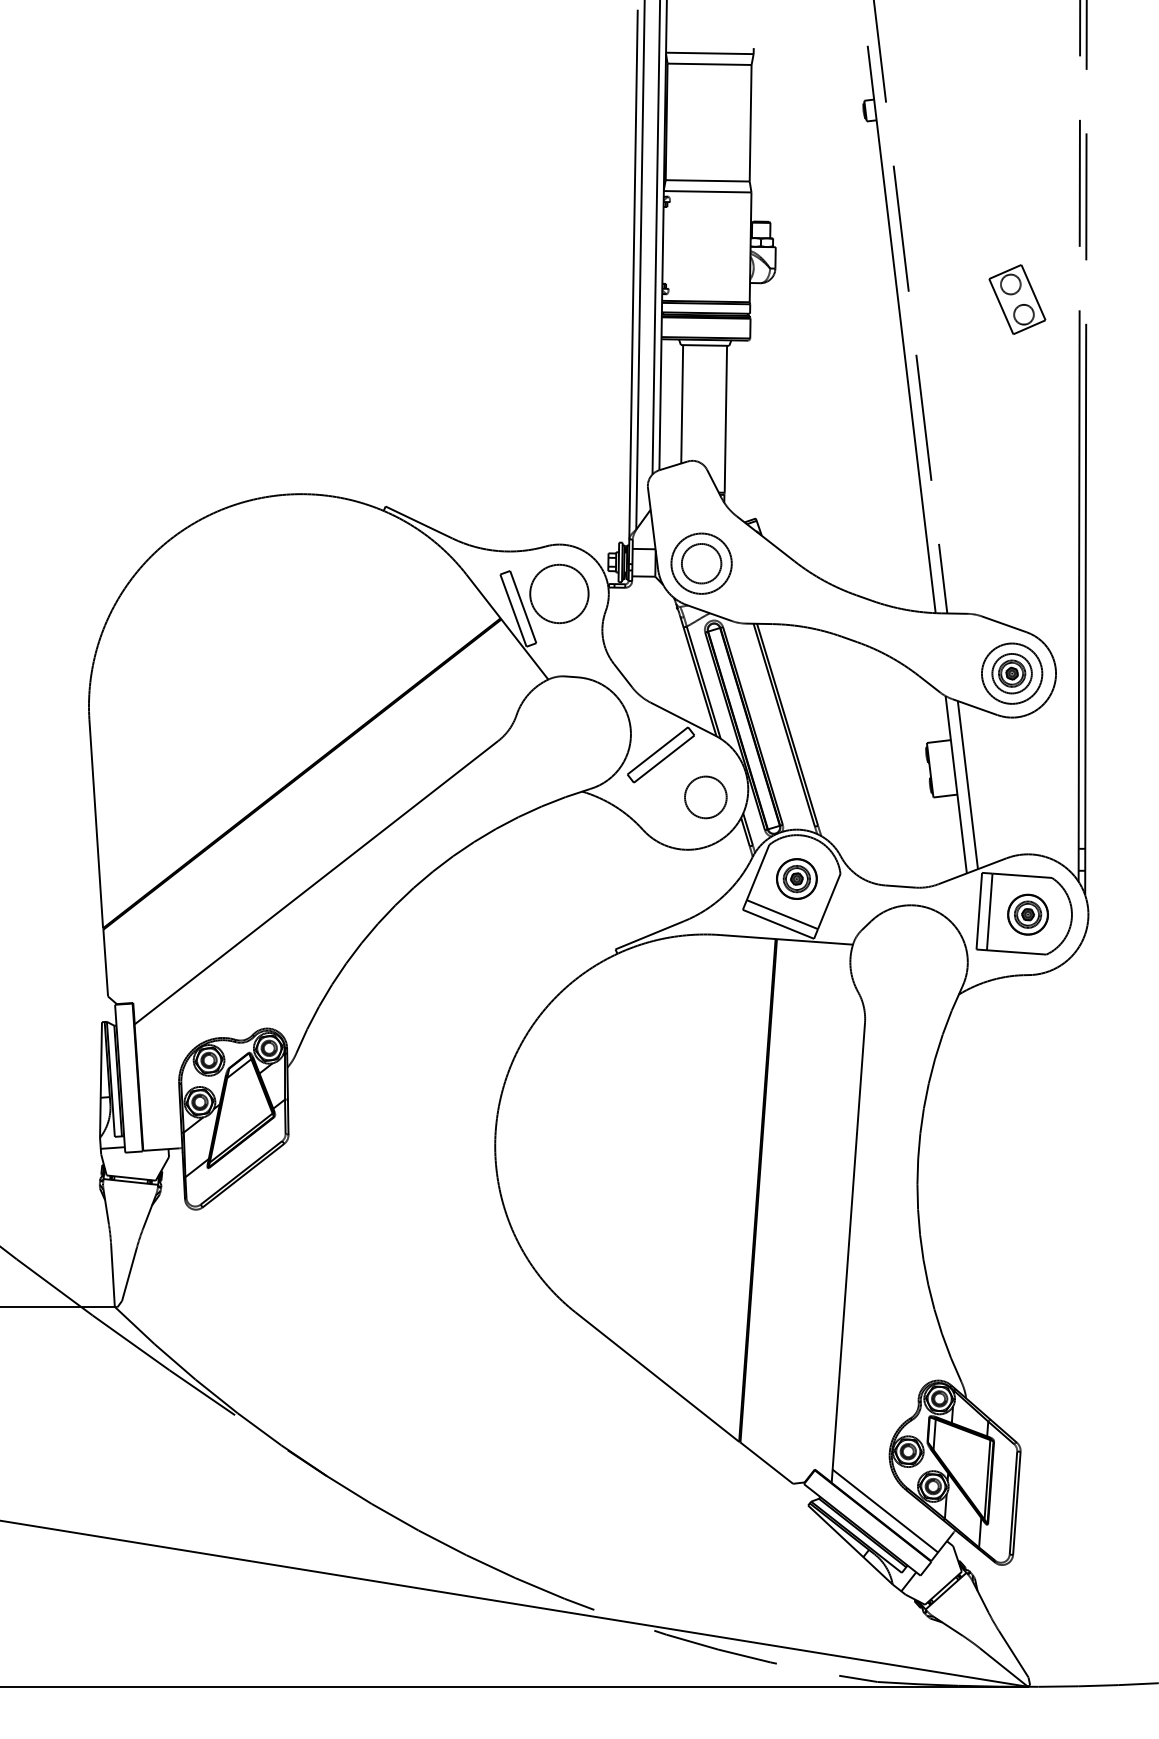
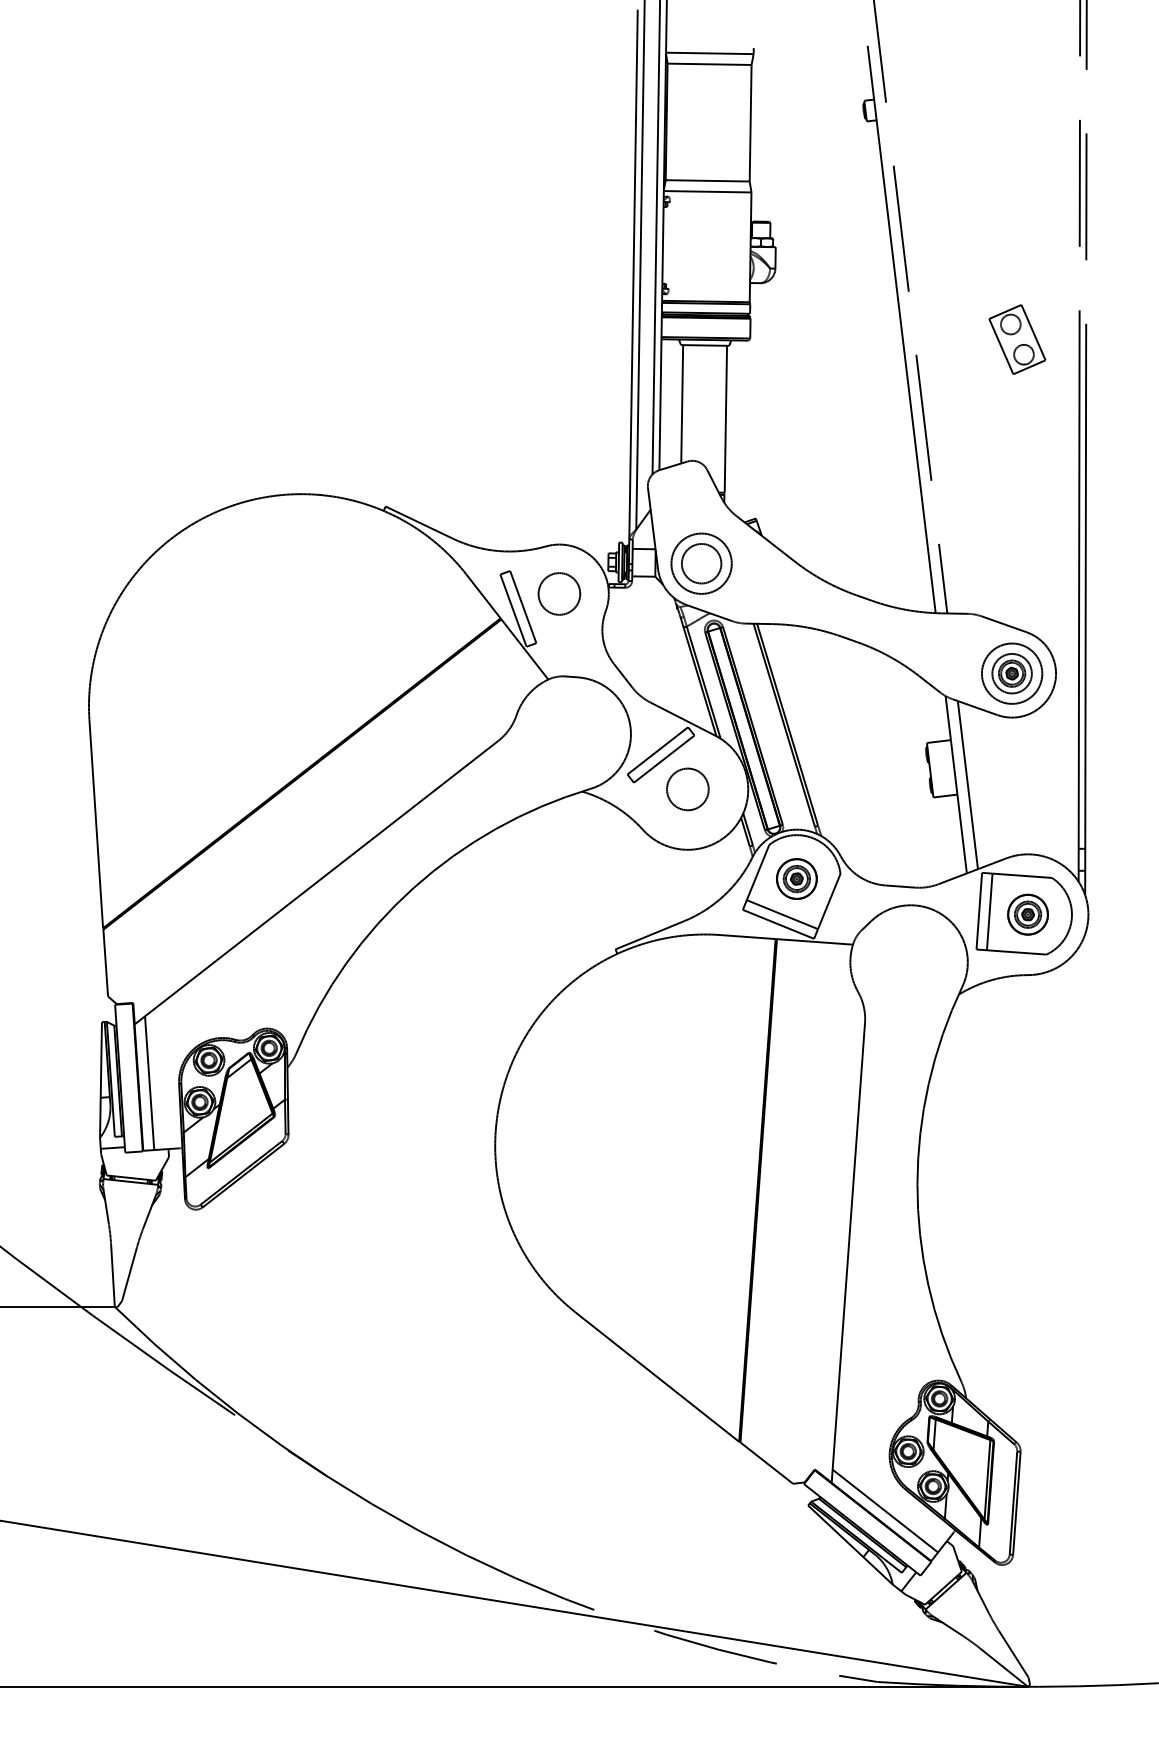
part at (1017, 299) position: (1017, 299) -> (1017, 339)
circle at (559, 593) diameter: 58 px -> 42 px
circle at (705, 797) position: (705, 797) -> (687, 789)
line at (149, 1083): none -> present
